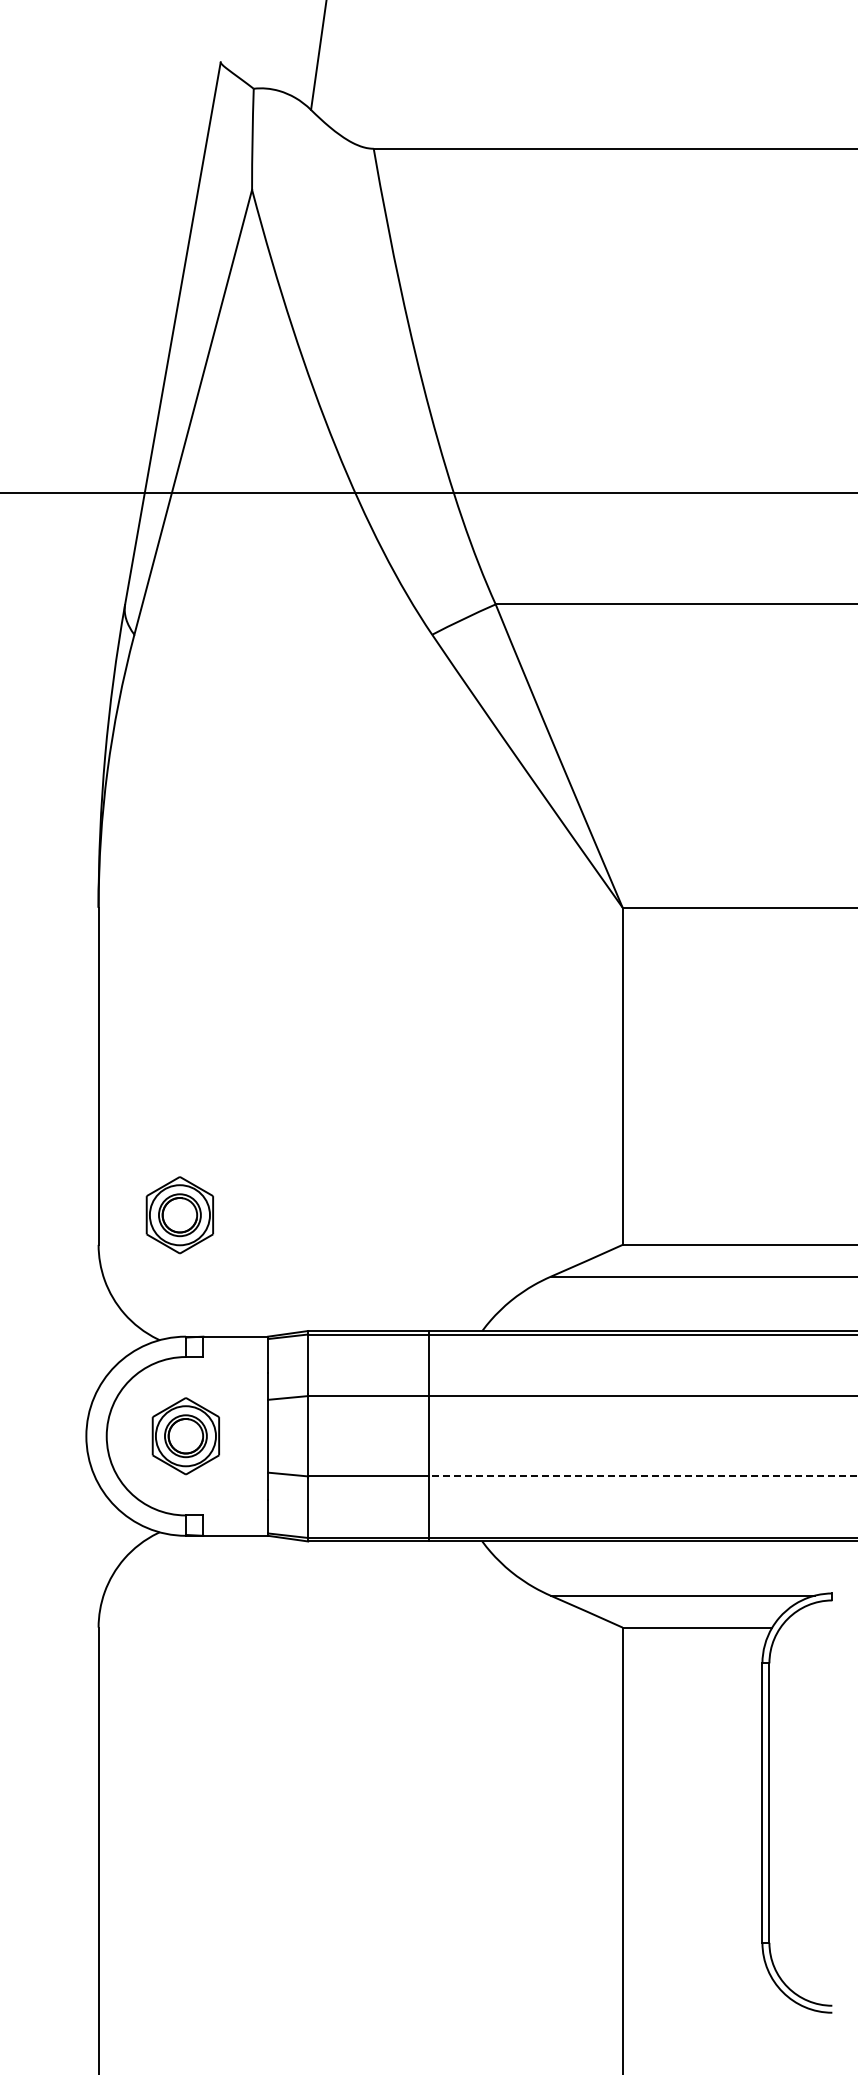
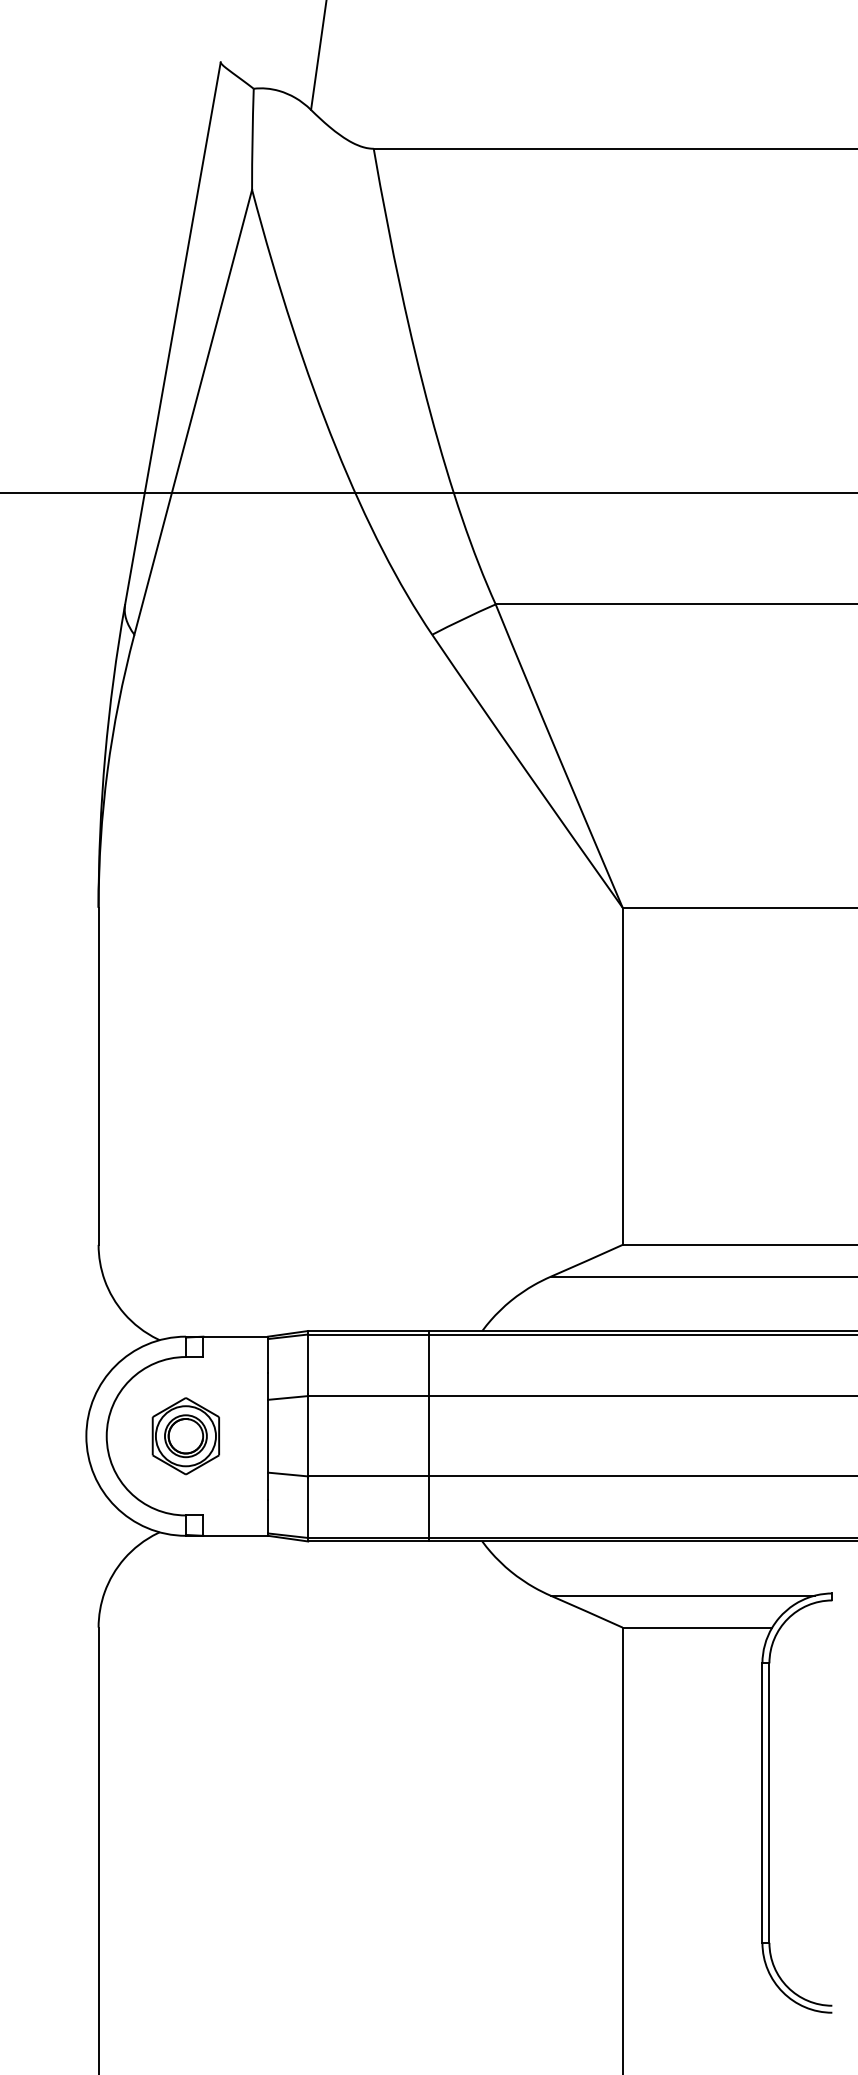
part at (179, 1215): present -> none
line at (643, 1476): dashed -> solid
